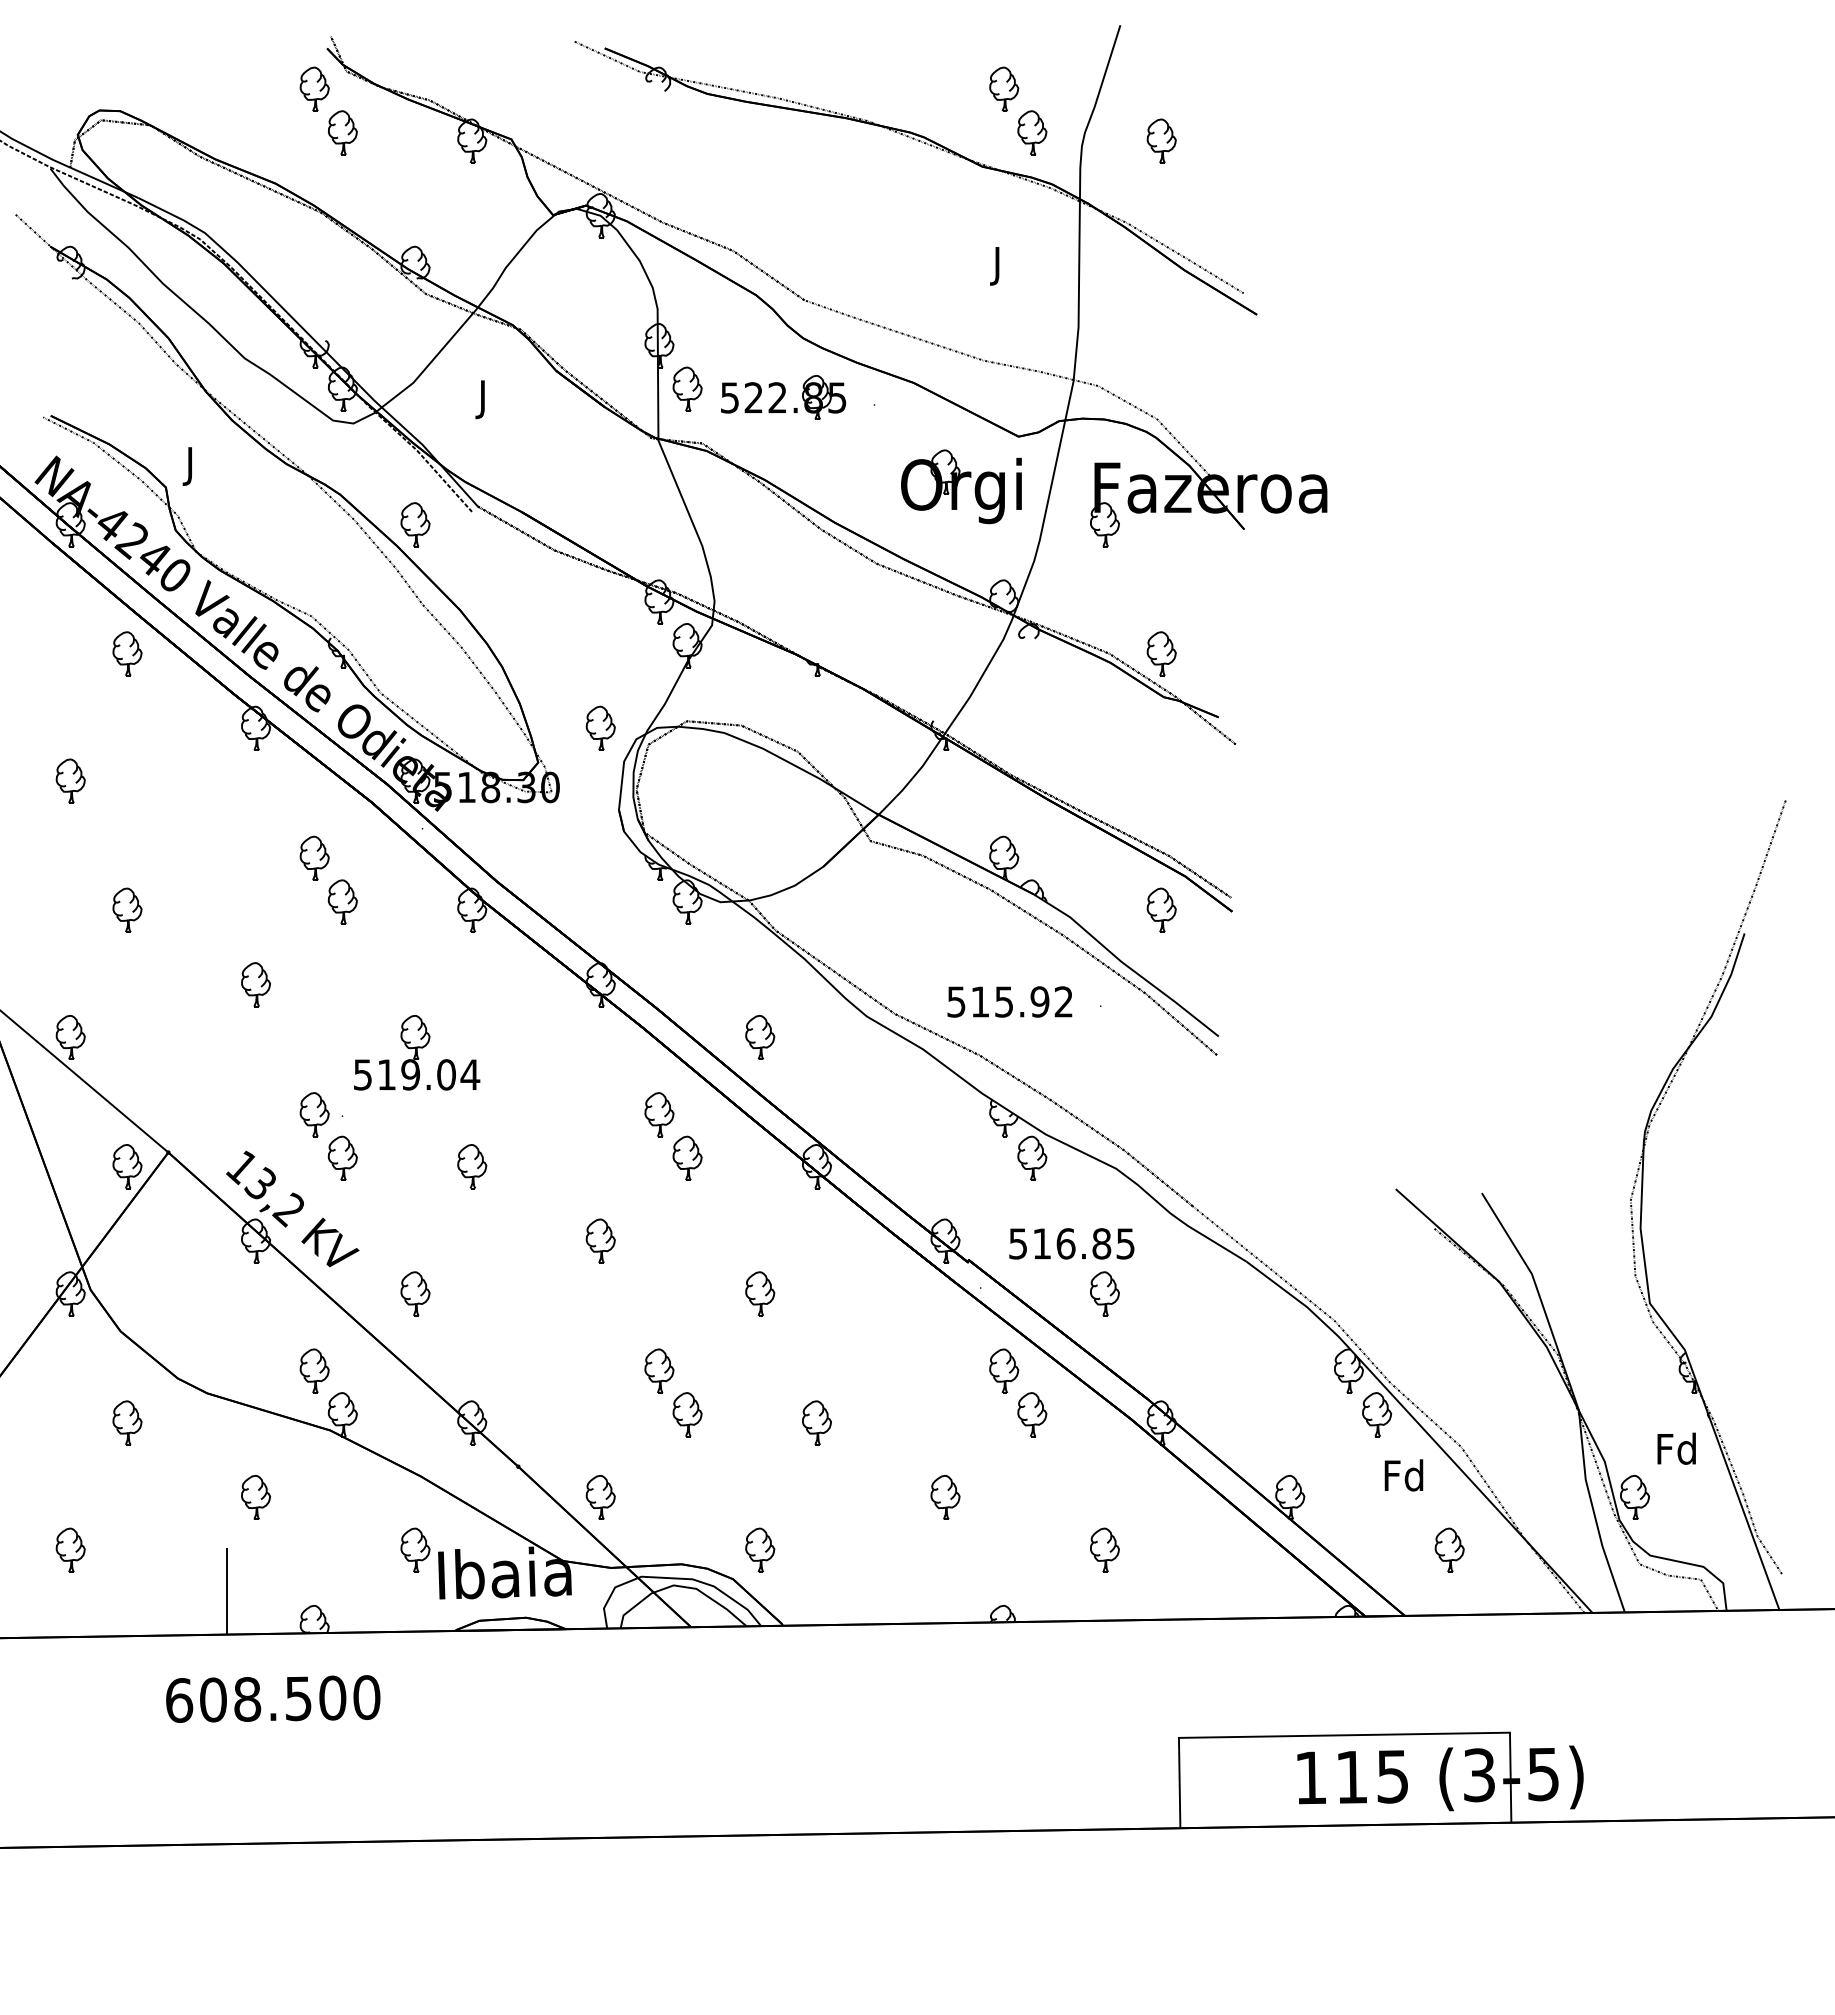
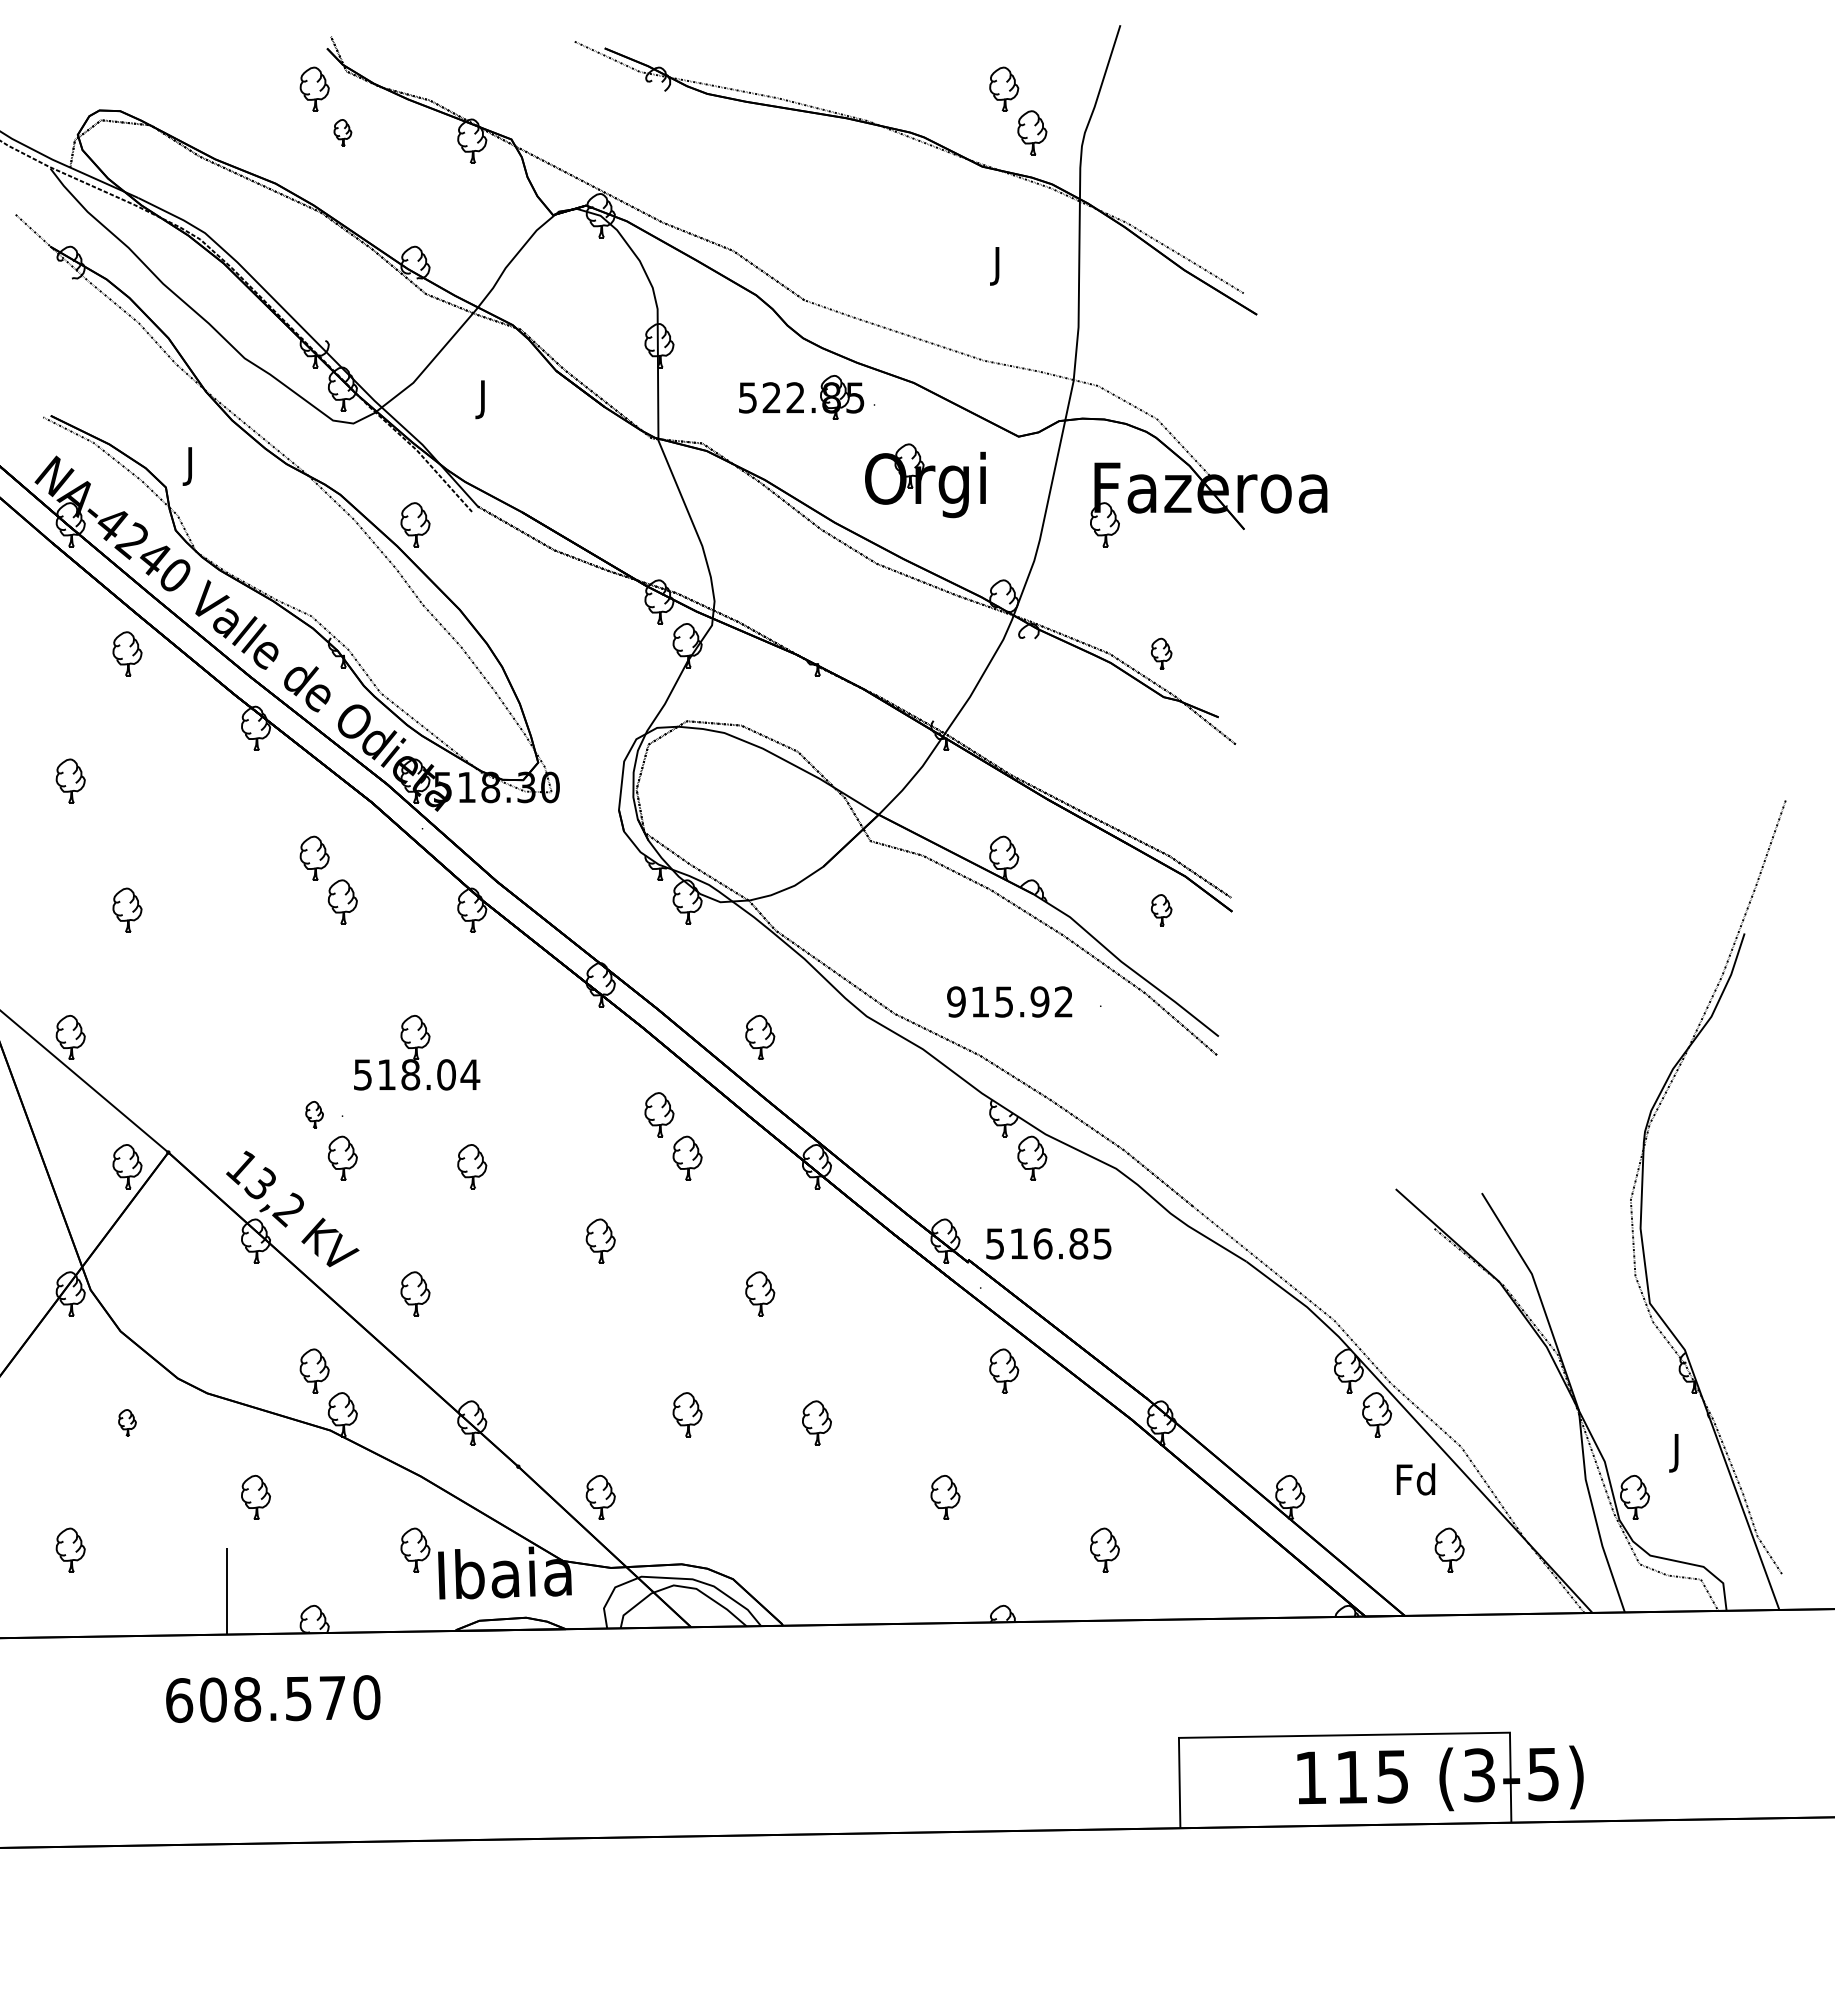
part at (342, 132) size: 30x46 px -> 20x28 px
part at (1161, 140): present -> none
part at (687, 388): present -> none
part at (783, 397) position: (783, 397) -> (801, 397)
part at (961, 486) position: (961, 486) -> (925, 480)
part at (1161, 653) size: 31x46 px -> 22x33 px
part at (600, 727): present -> none
part at (1161, 909) size: 31x46 px -> 22x33 px
part at (255, 984): present -> none
text at (956, 1001): 515.92 -> 915.92
text at (410, 1074): 519.04 -> 518.04
part at (314, 1114) size: 31x46 px -> 19x28 px
text at (1071, 1243) position: (1071, 1243) -> (1048, 1243)
part at (1104, 1293): present -> none
part at (659, 1370): present -> none
part at (1032, 1414): present -> none
part at (127, 1422) size: 31x46 px -> 19x28 px
text at (1676, 1452): Fd -> J
text at (1403, 1475) position: (1403, 1475) -> (1415, 1479)
part at (760, 1549): present -> none
text at (332, 1697): 608.500 -> 608.570
